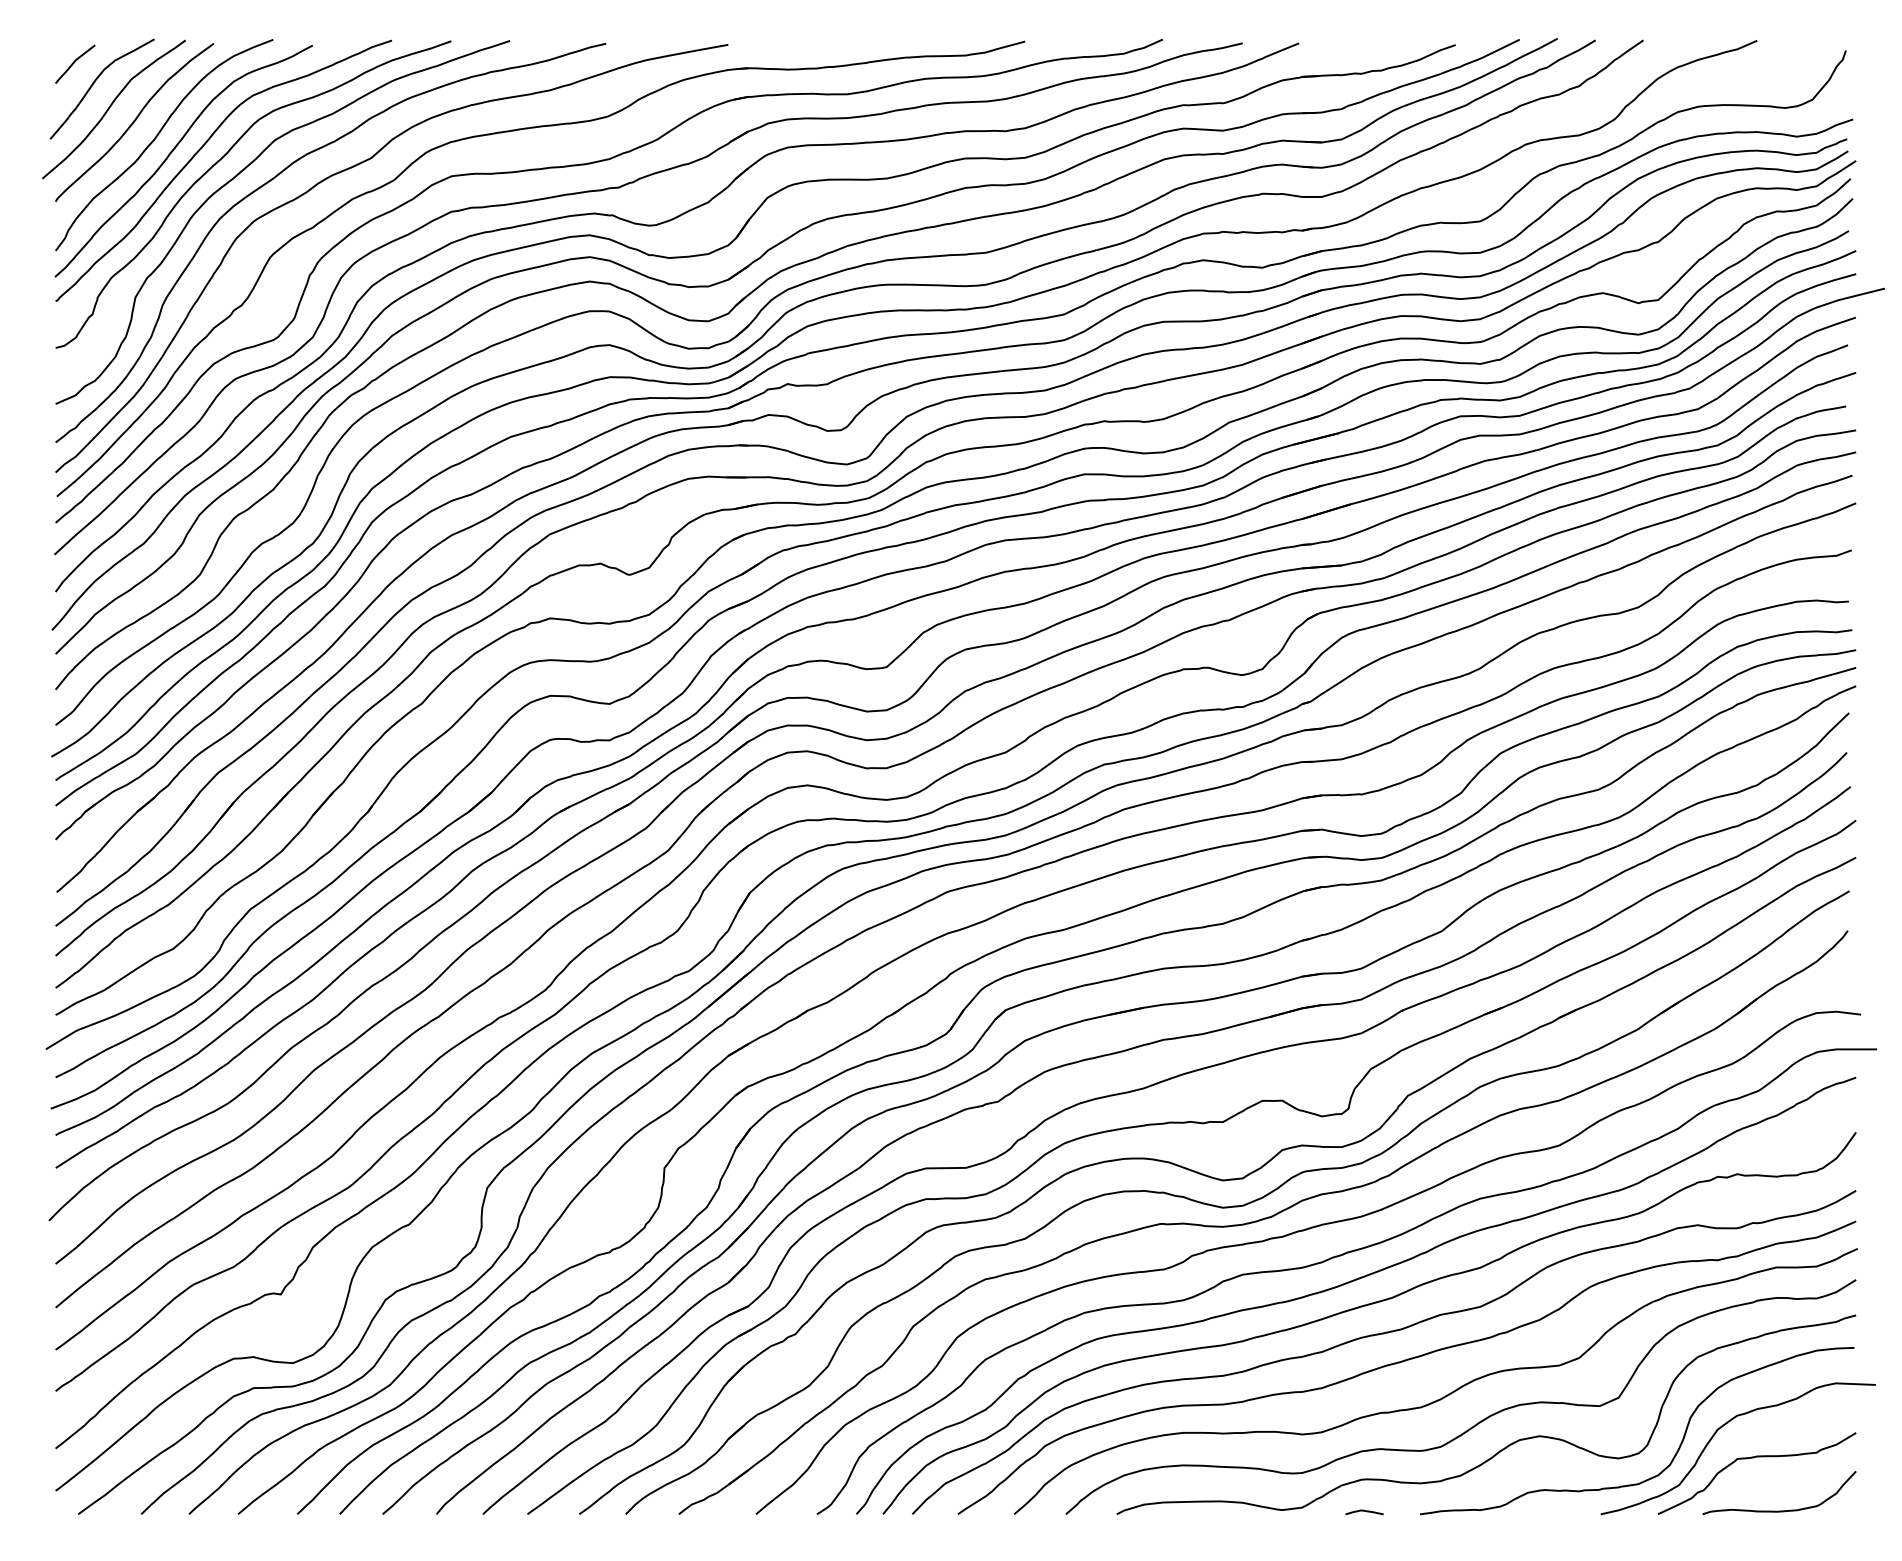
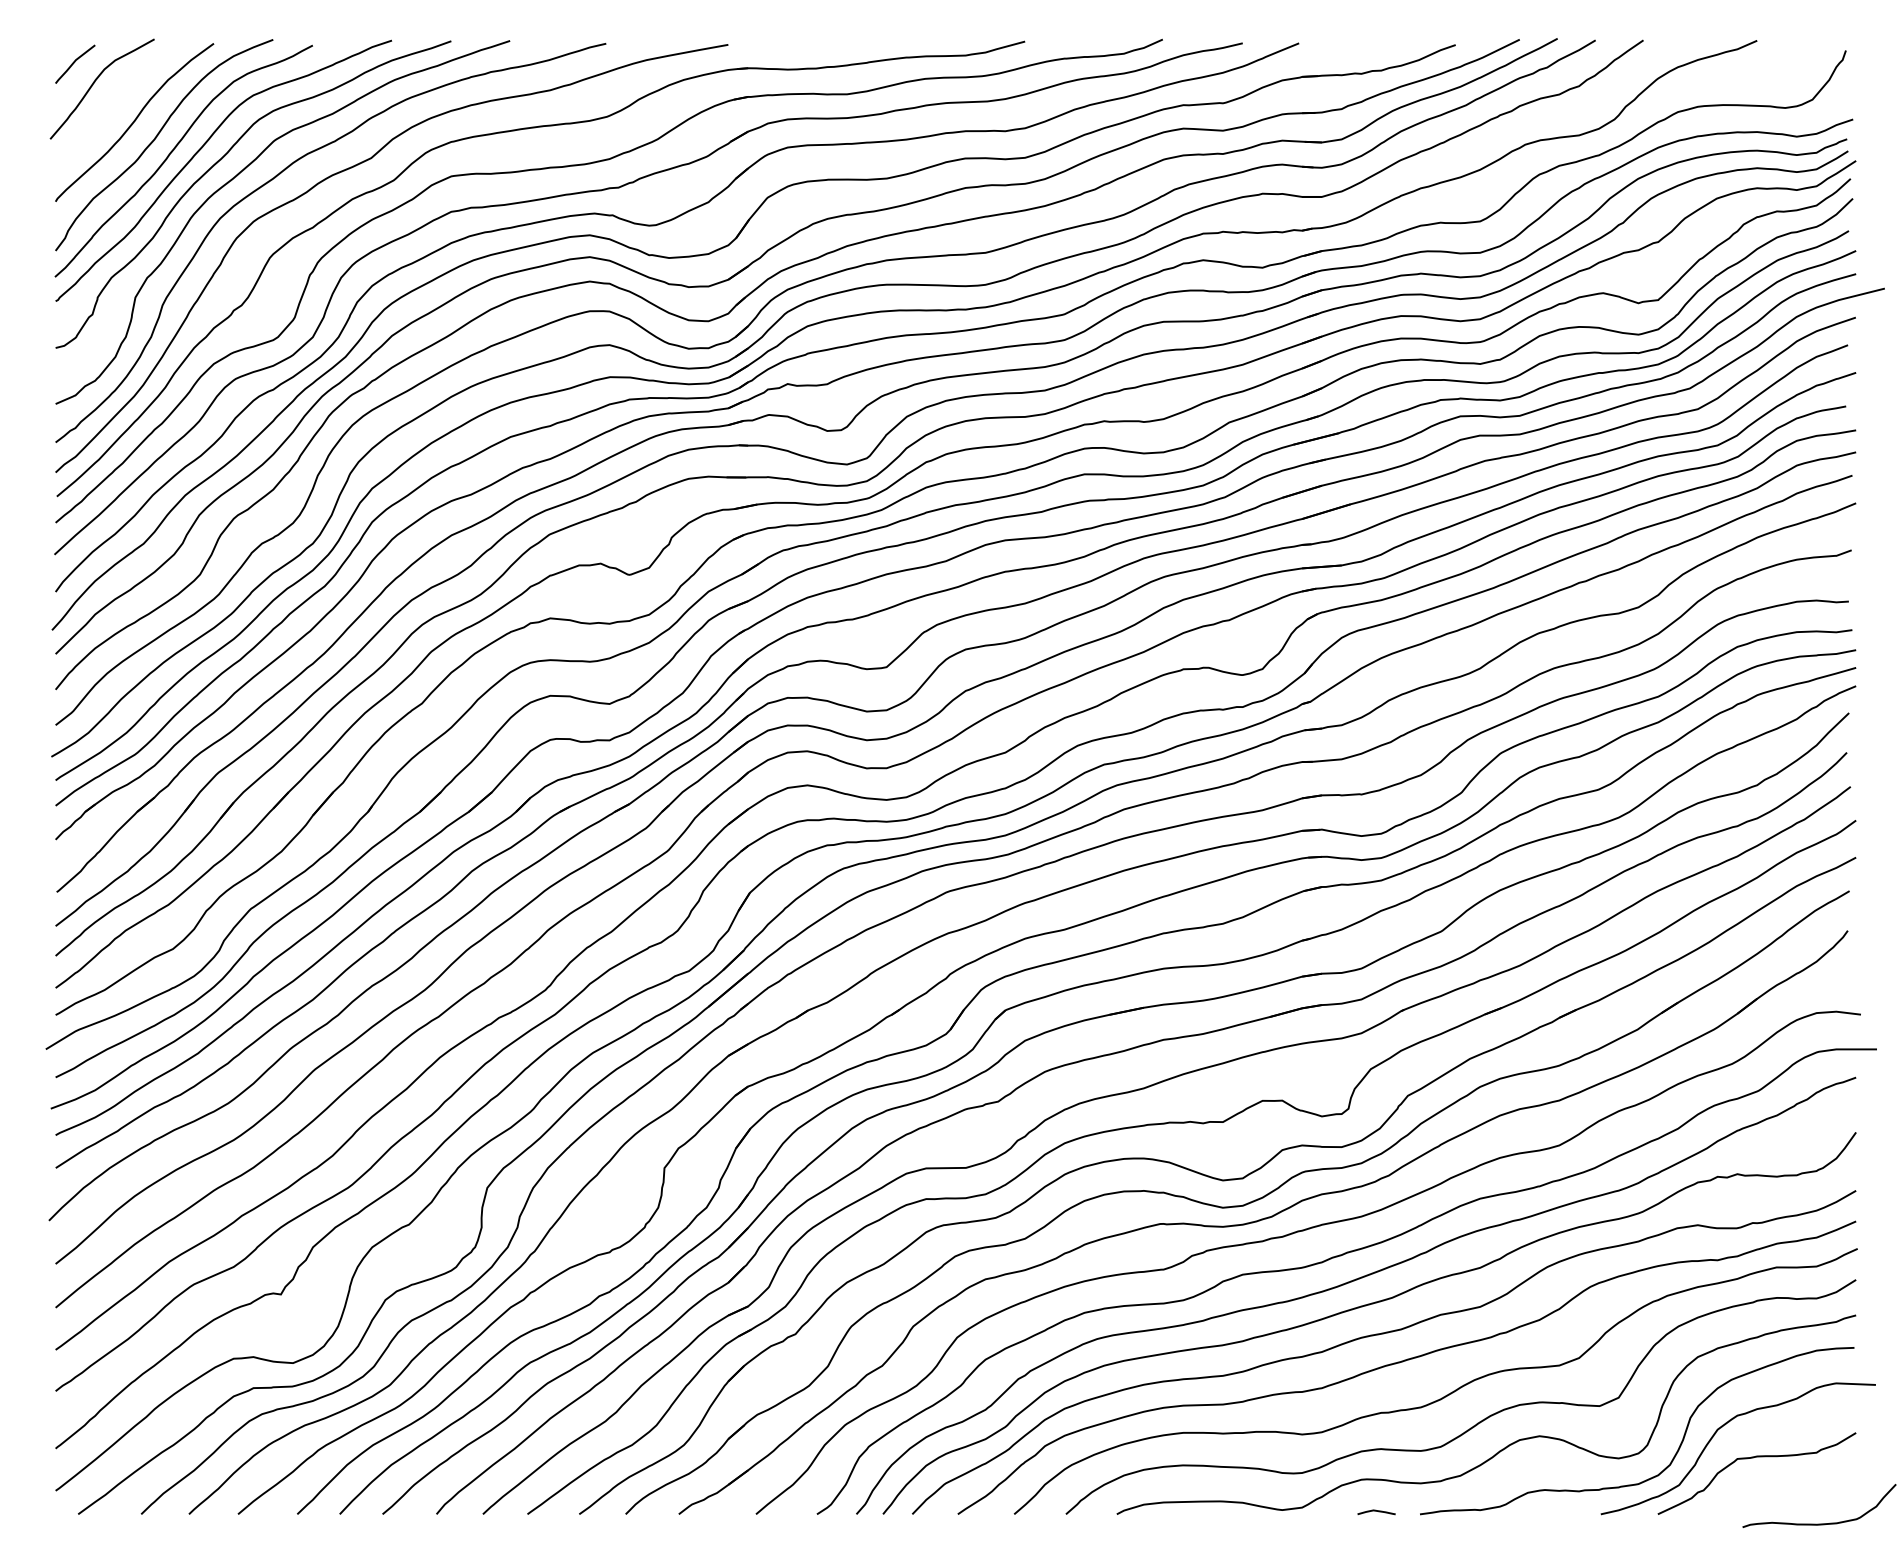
curve at (111, 106): present -> none
curve at (1779, 1510) position: (1779, 1510) -> (1819, 1523)
curve at (1364, 1511) position: (1364, 1511) -> (1376, 1511)
